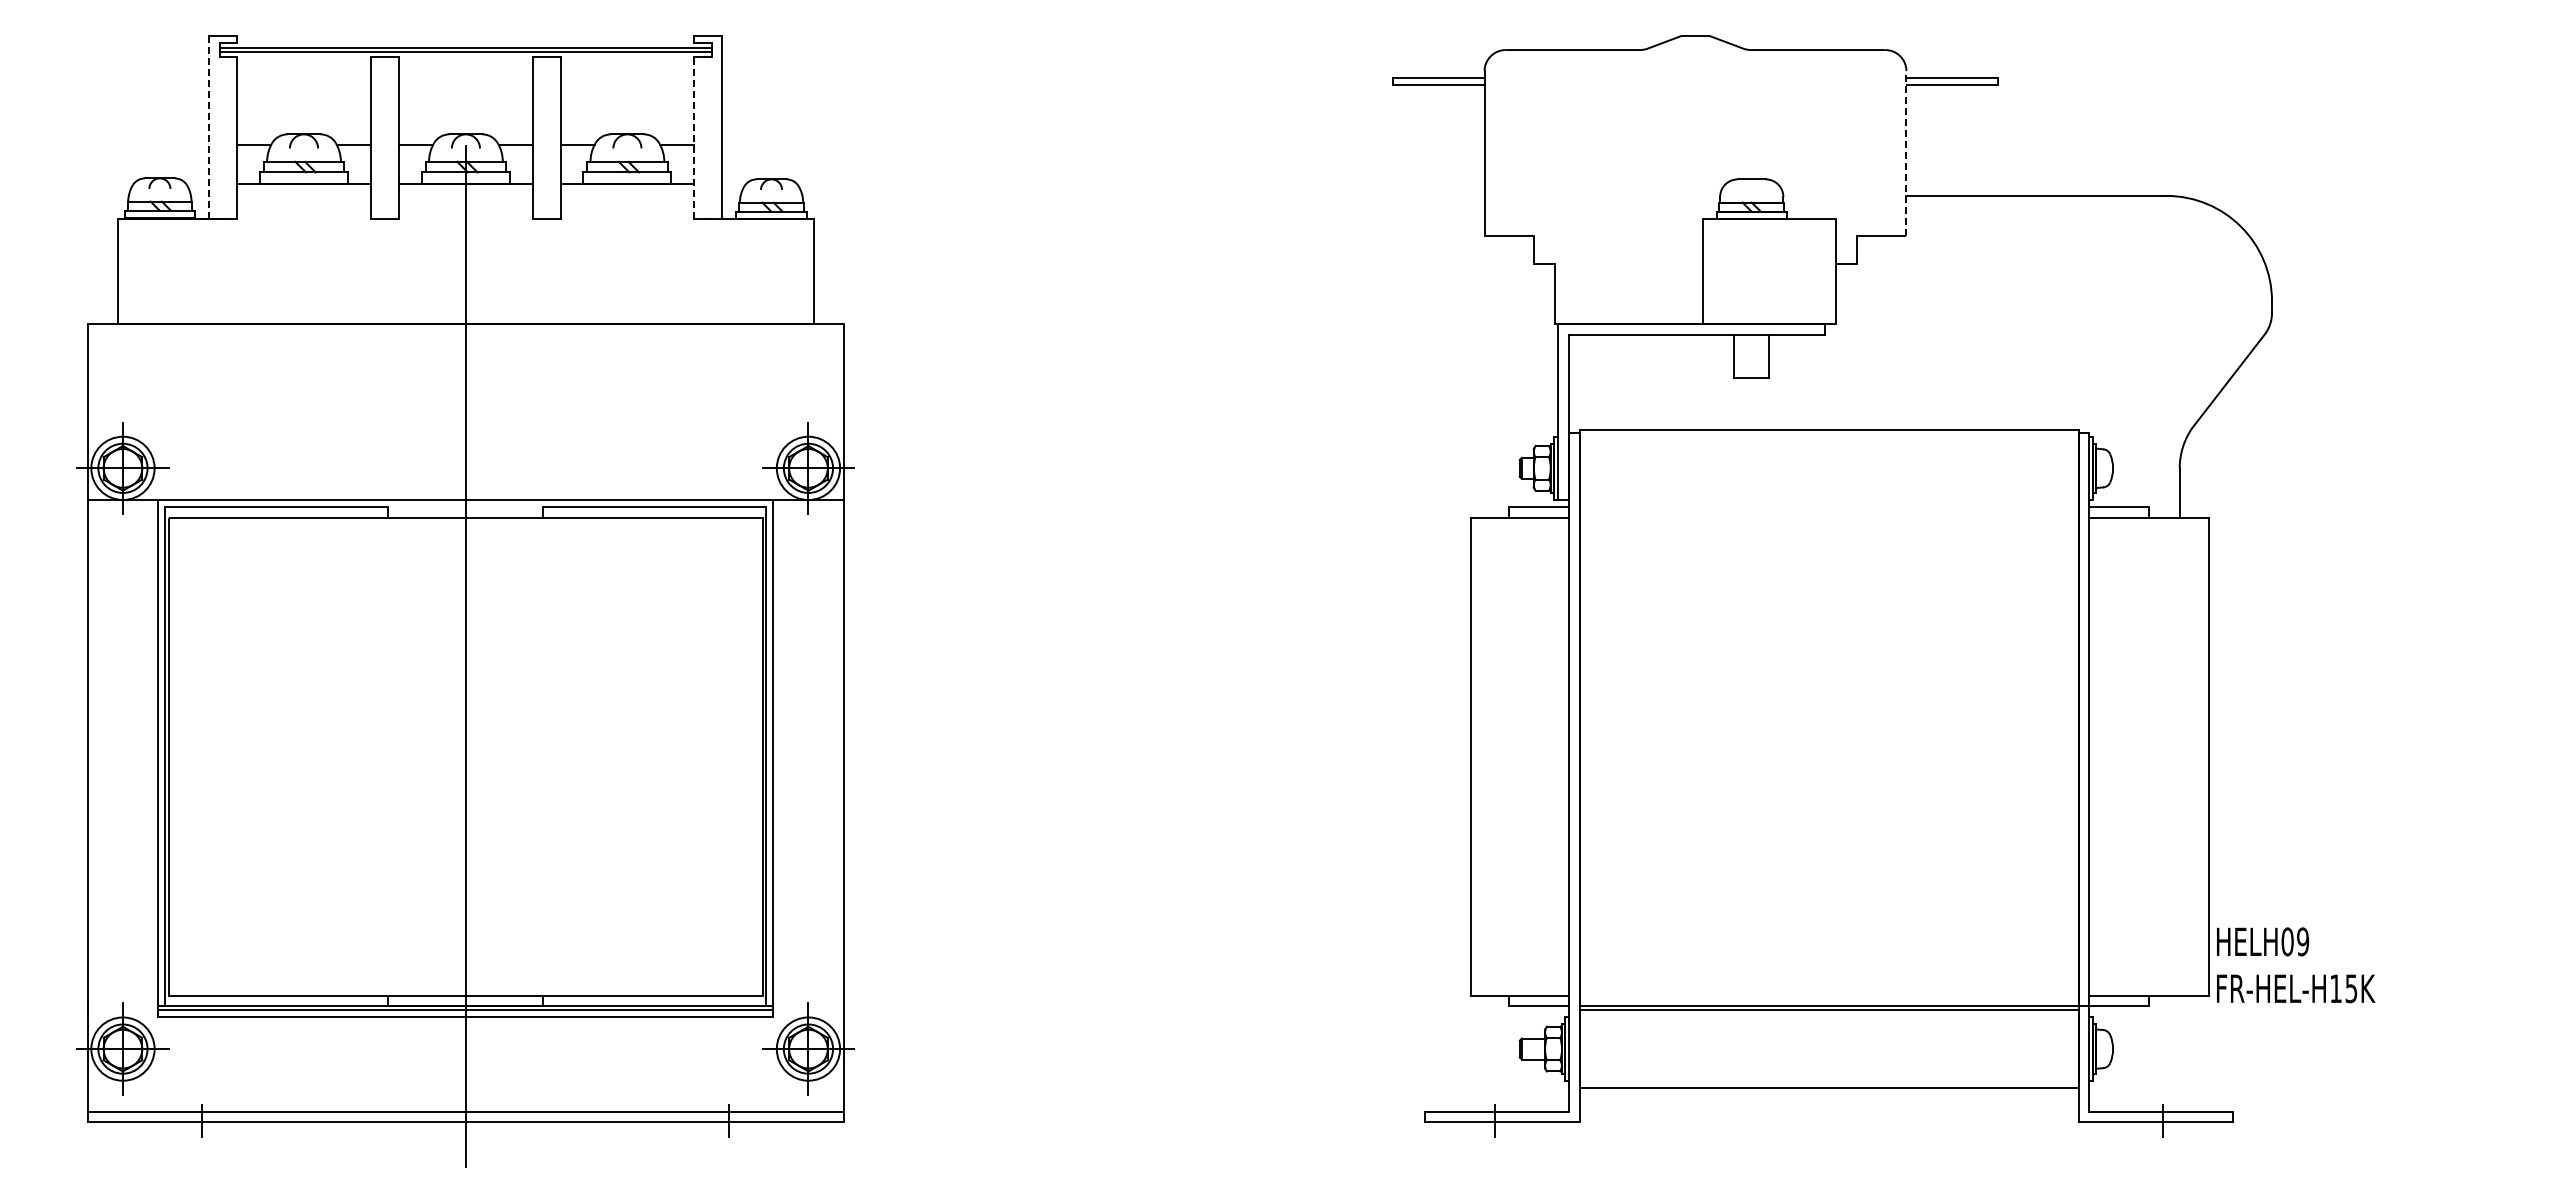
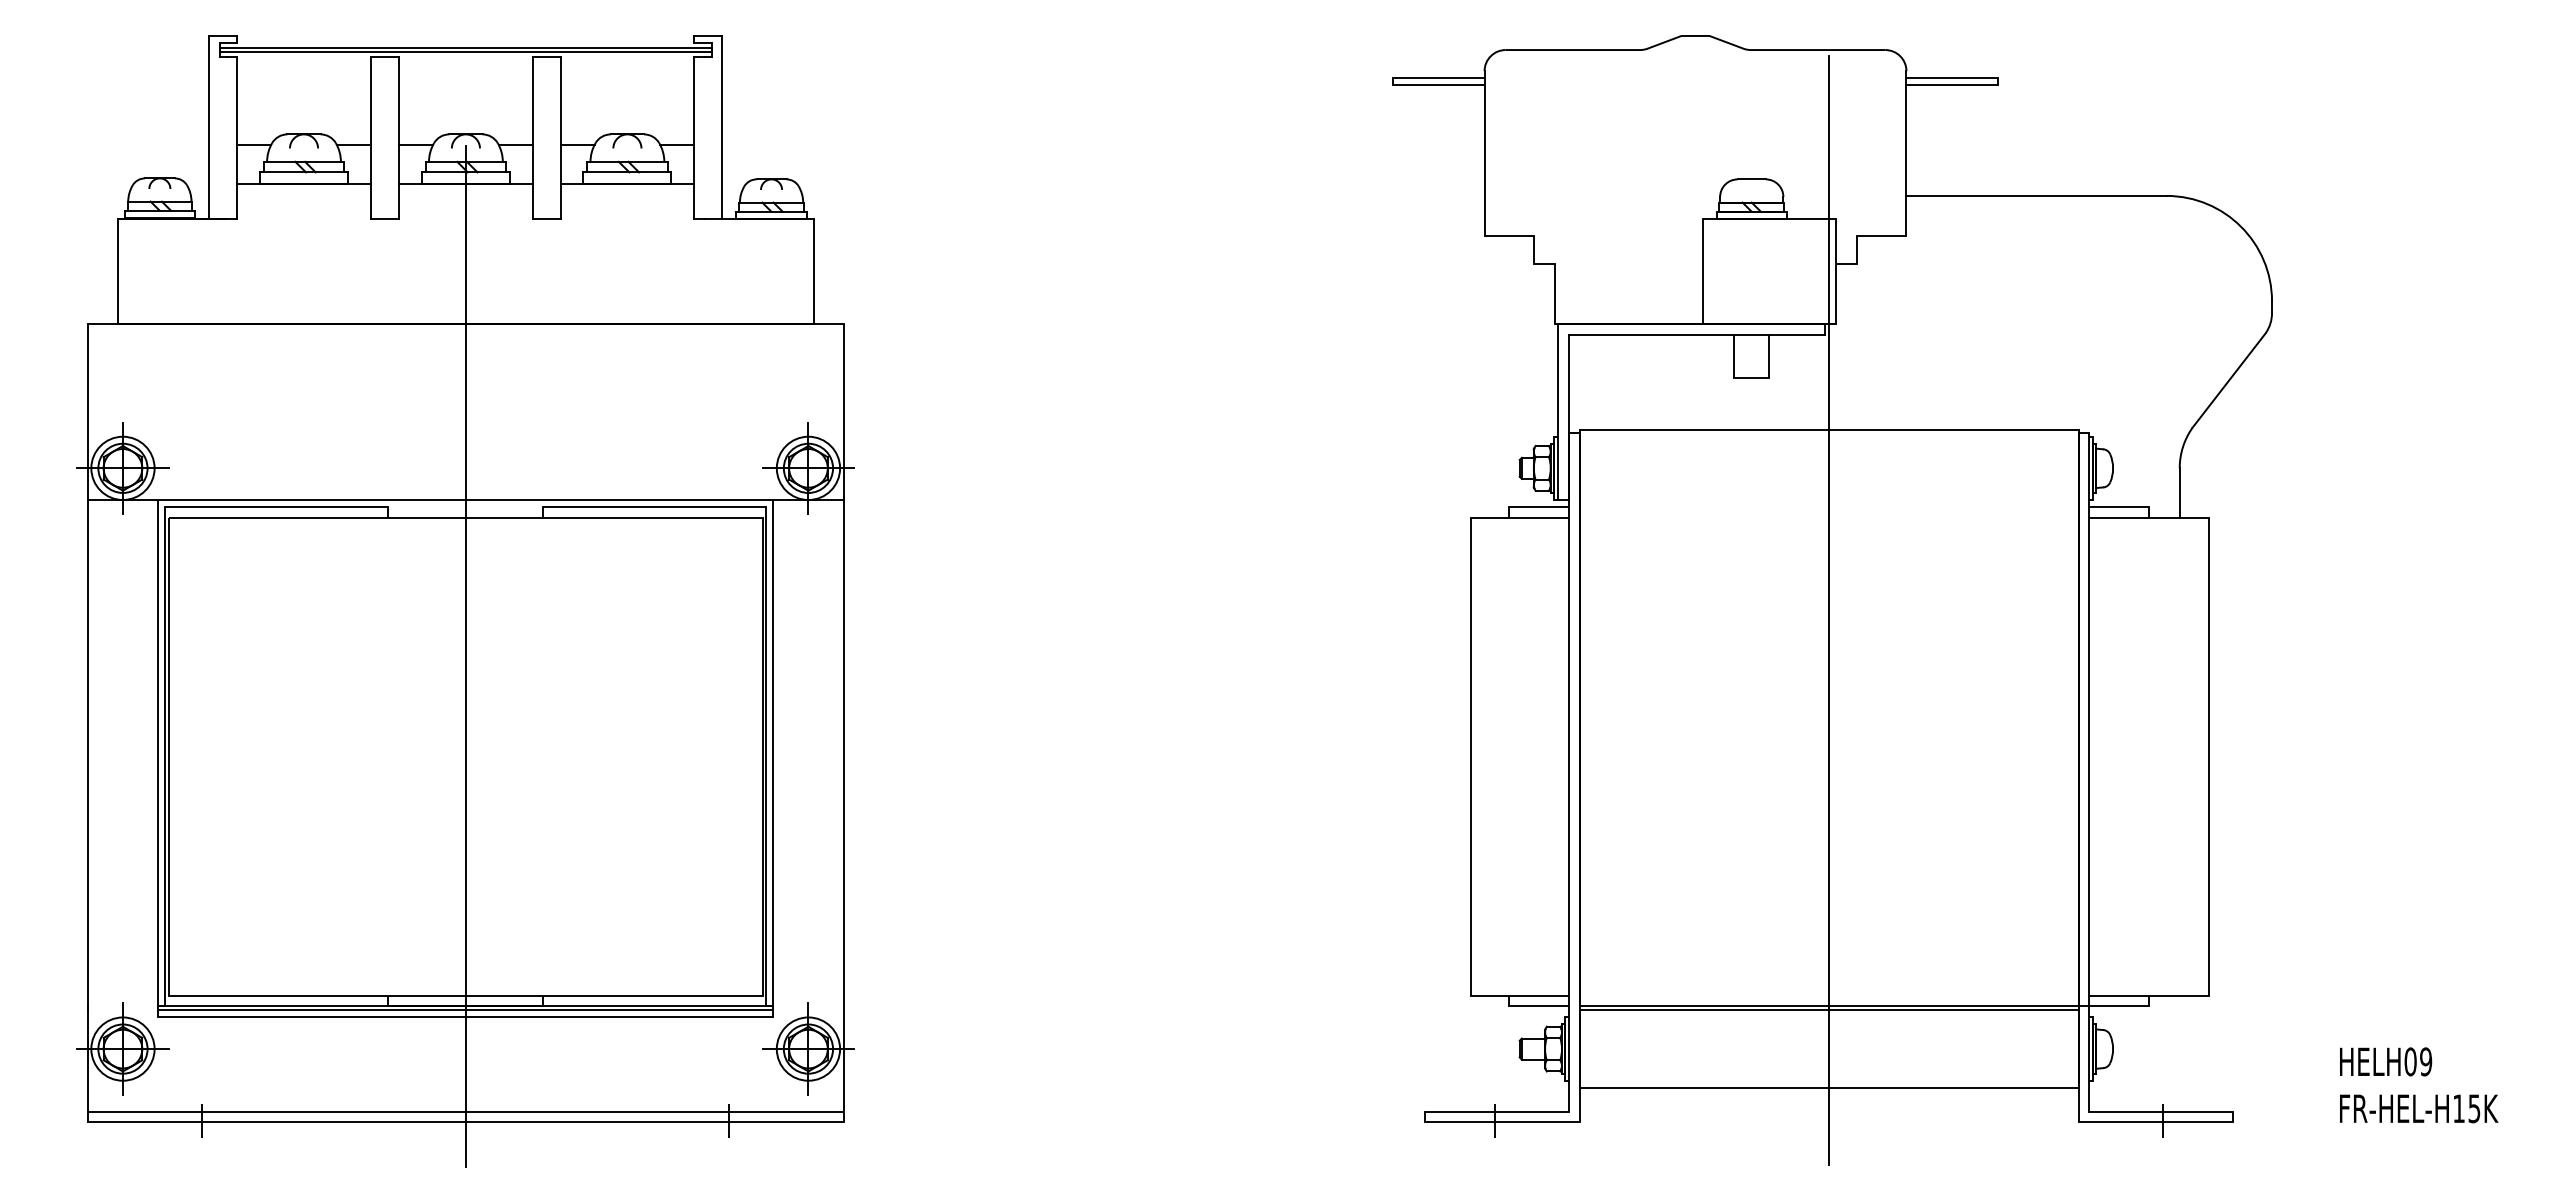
line at (209, 126): dashed -> solid
line at (694, 137): dashed -> solid
line at (1906, 153): dashed -> solid
line at (1829, 610): none -> present
text at (2296, 965) position: (2296, 965) -> (2419, 1085)
